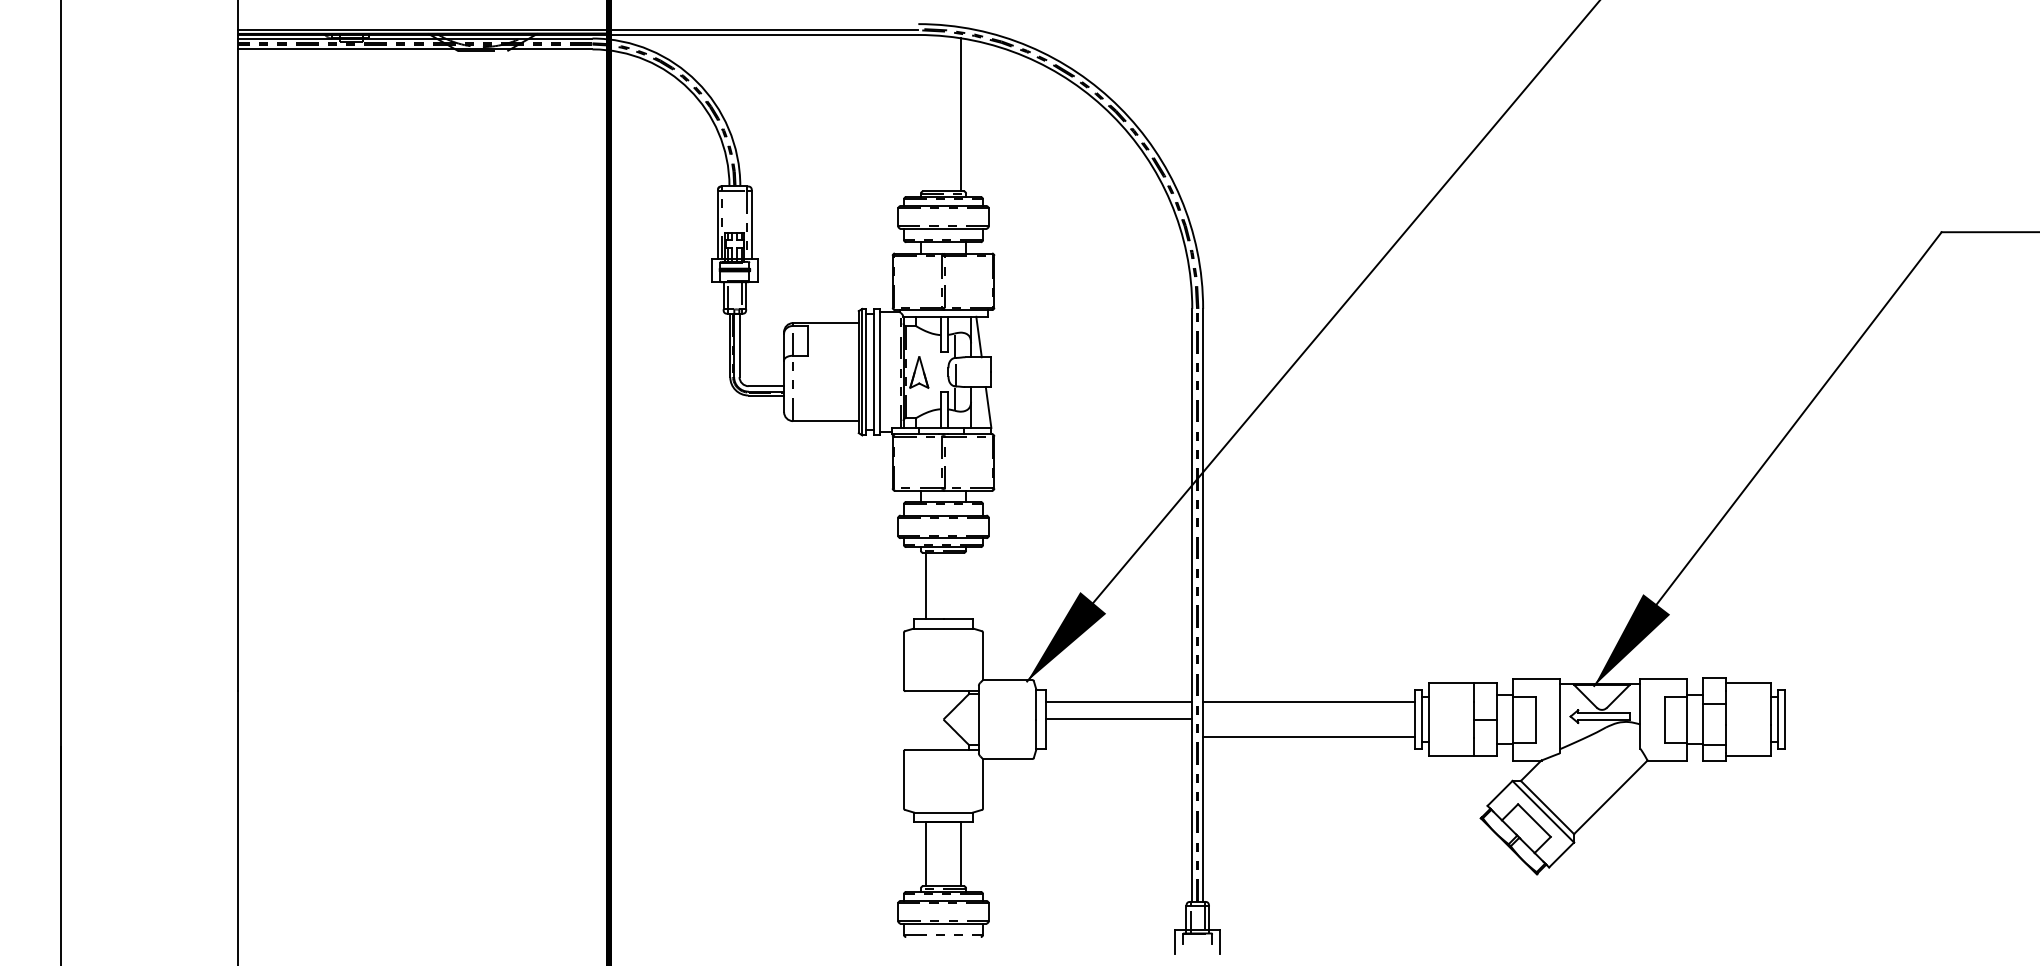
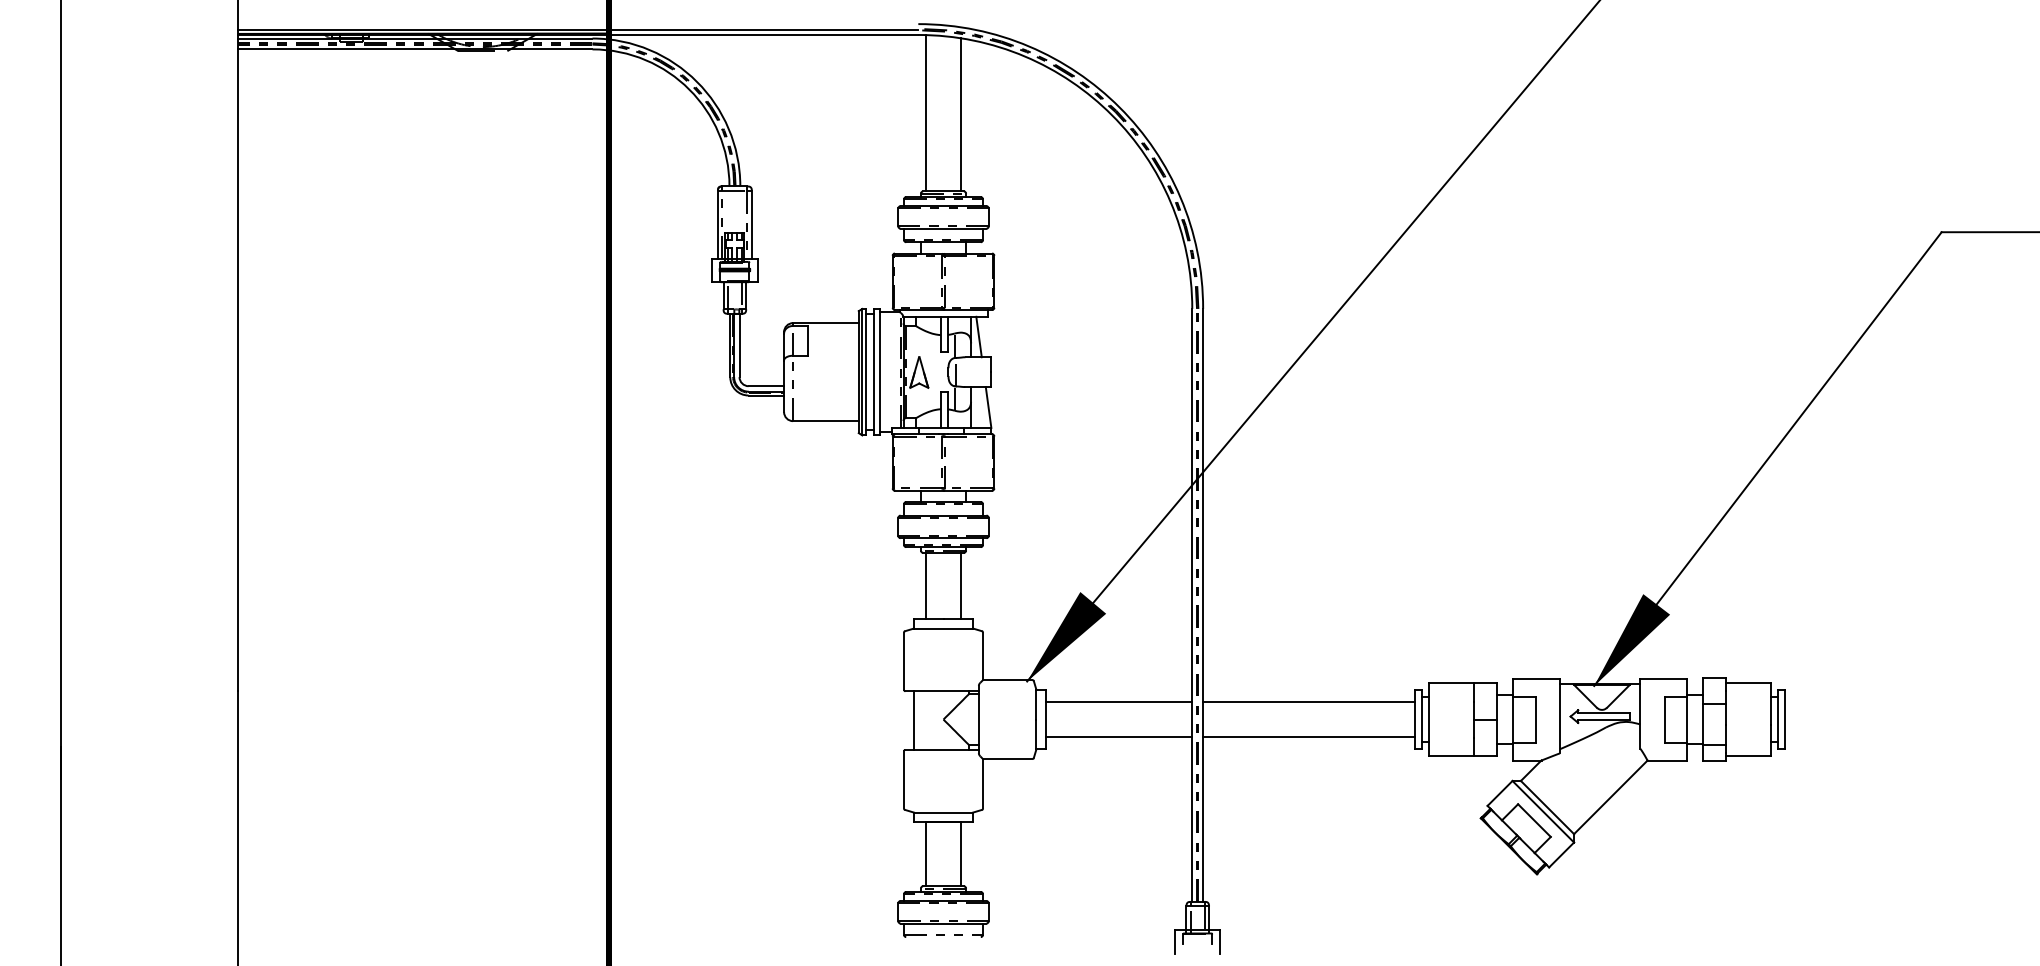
line at (926, 113): none -> present
line at (960, 585): none -> present
line at (1118, 718) position: (1118, 718) -> (1118, 736)
line at (914, 720): none -> present
